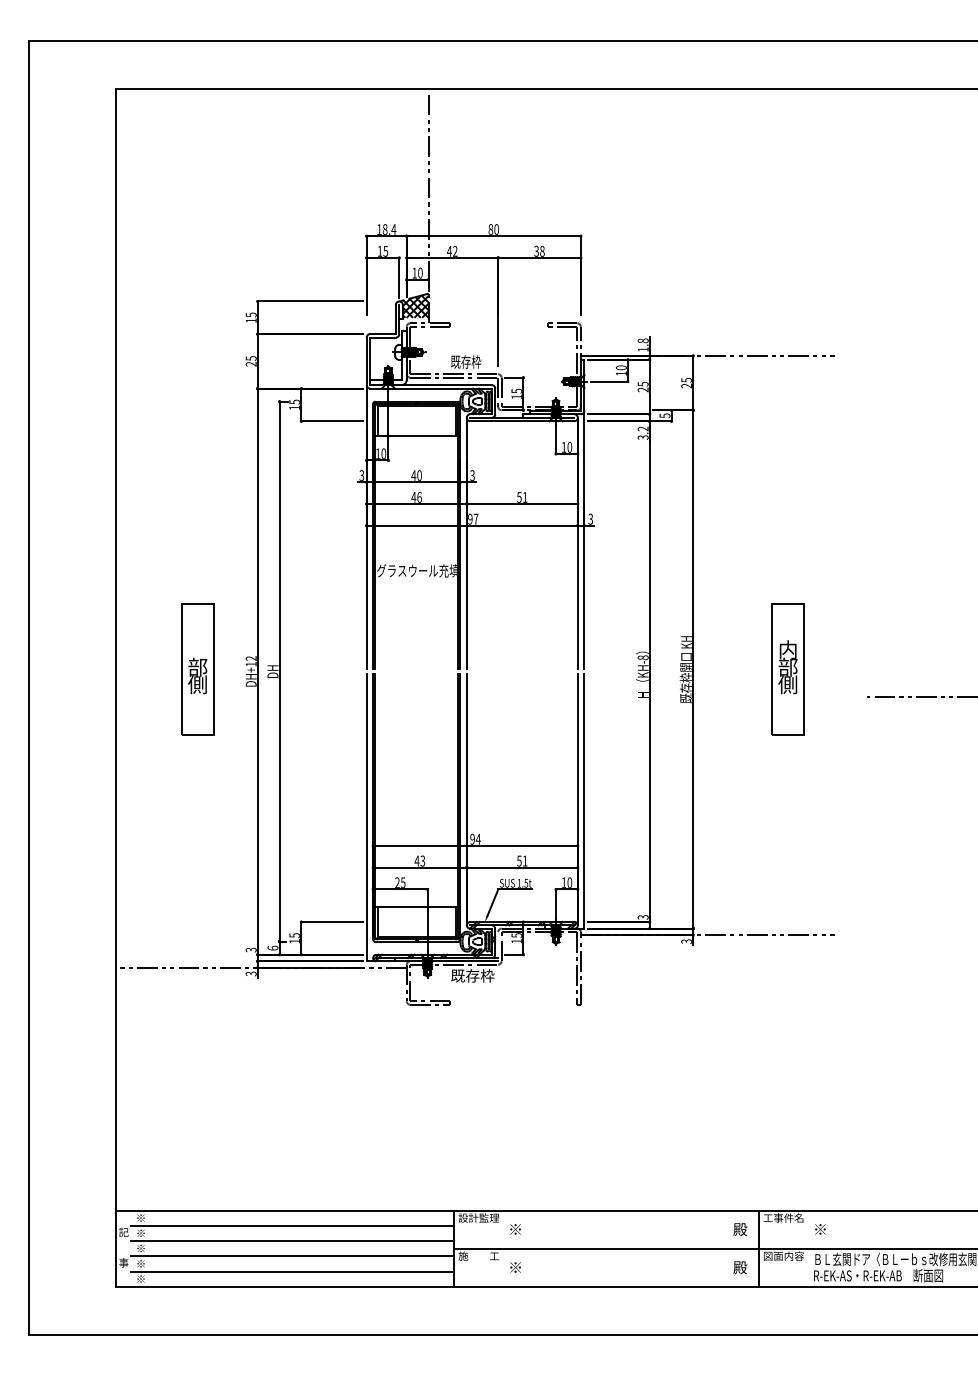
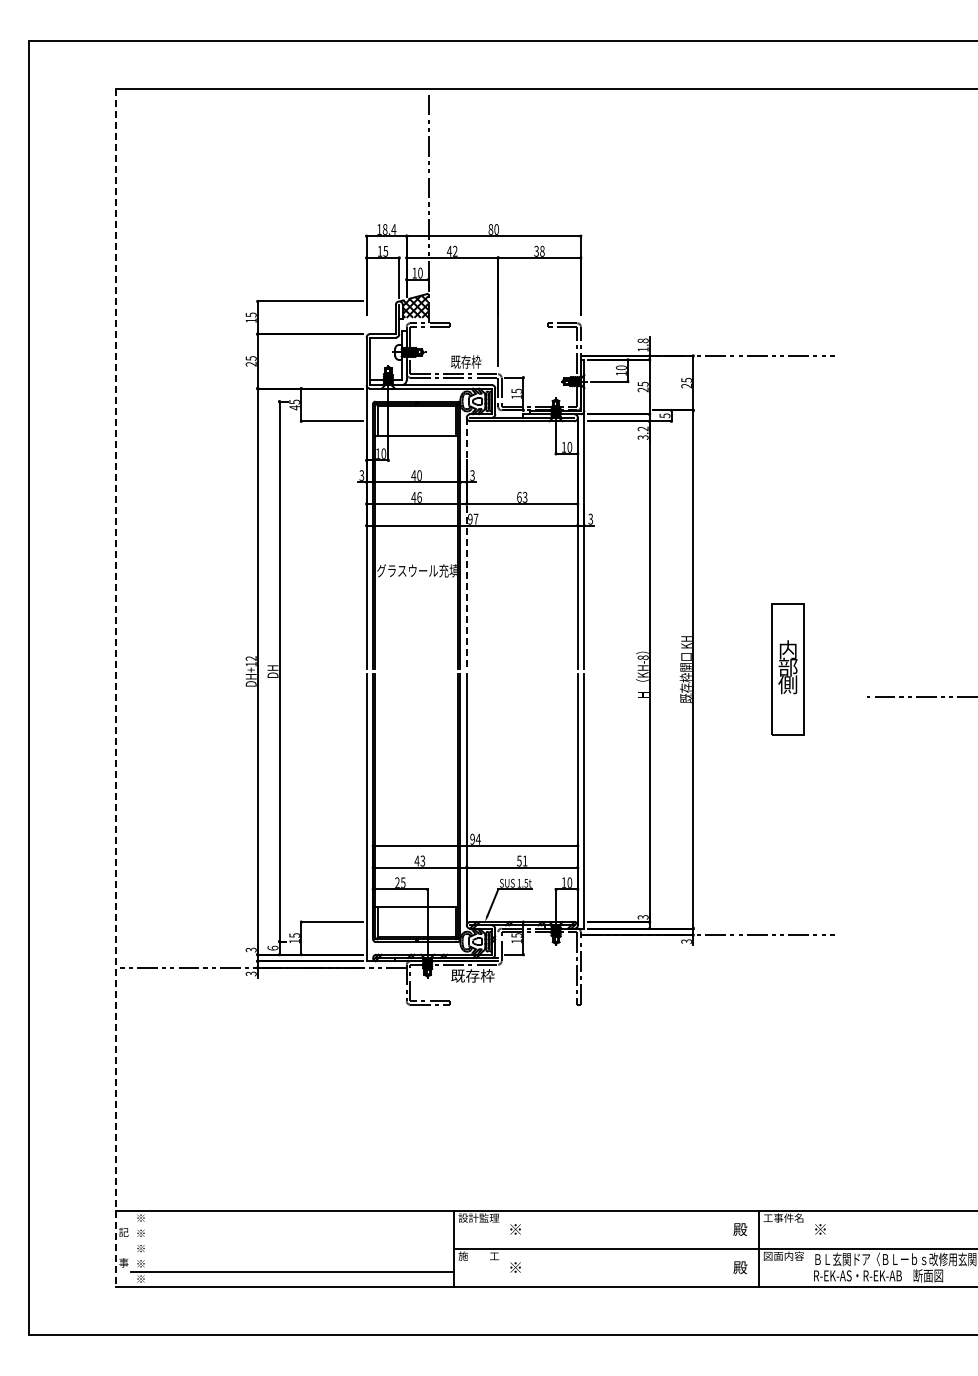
text at (294, 407): 15 -> 45
text at (522, 496): 51 -> 63
line at (466, 543): solid -> dashed
part at (197, 669): present -> none
line at (116, 688): solid -> dashed
line at (292, 1225): present -> none
line at (292, 1241): present -> none
line at (292, 1256): present -> none
